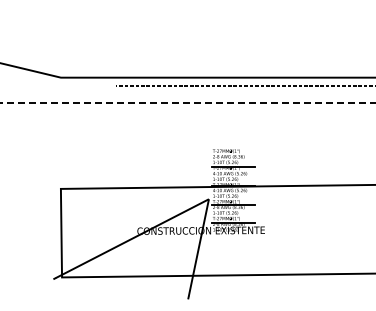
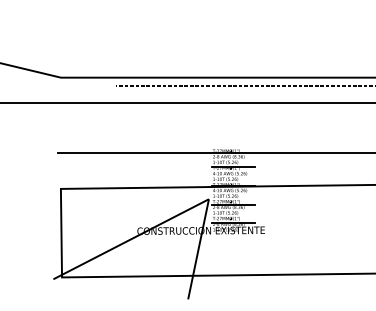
line at (188, 102): dashed -> solid
line at (214, 152): none -> present
